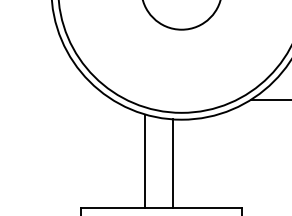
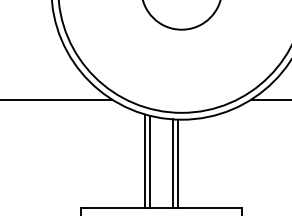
line at (57, 99): none -> present
line at (150, 161): none -> present
line at (177, 163): none -> present
